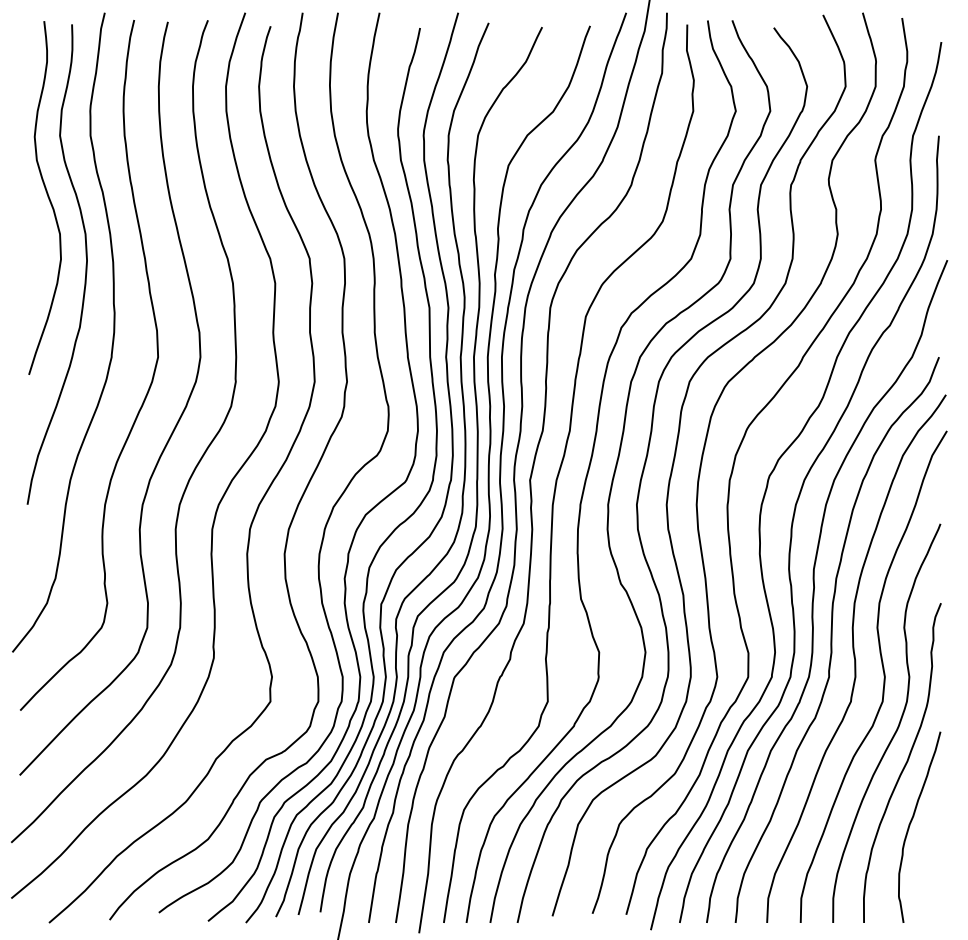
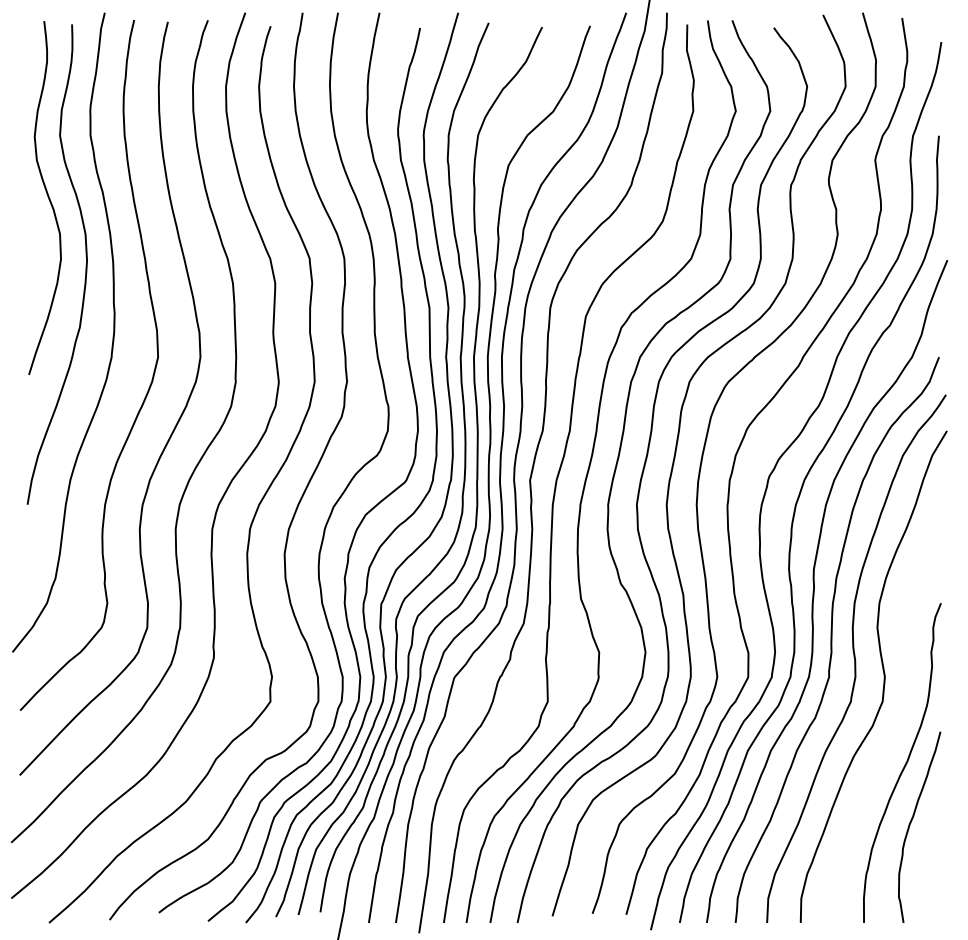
curve at (896, 728): present -> none
